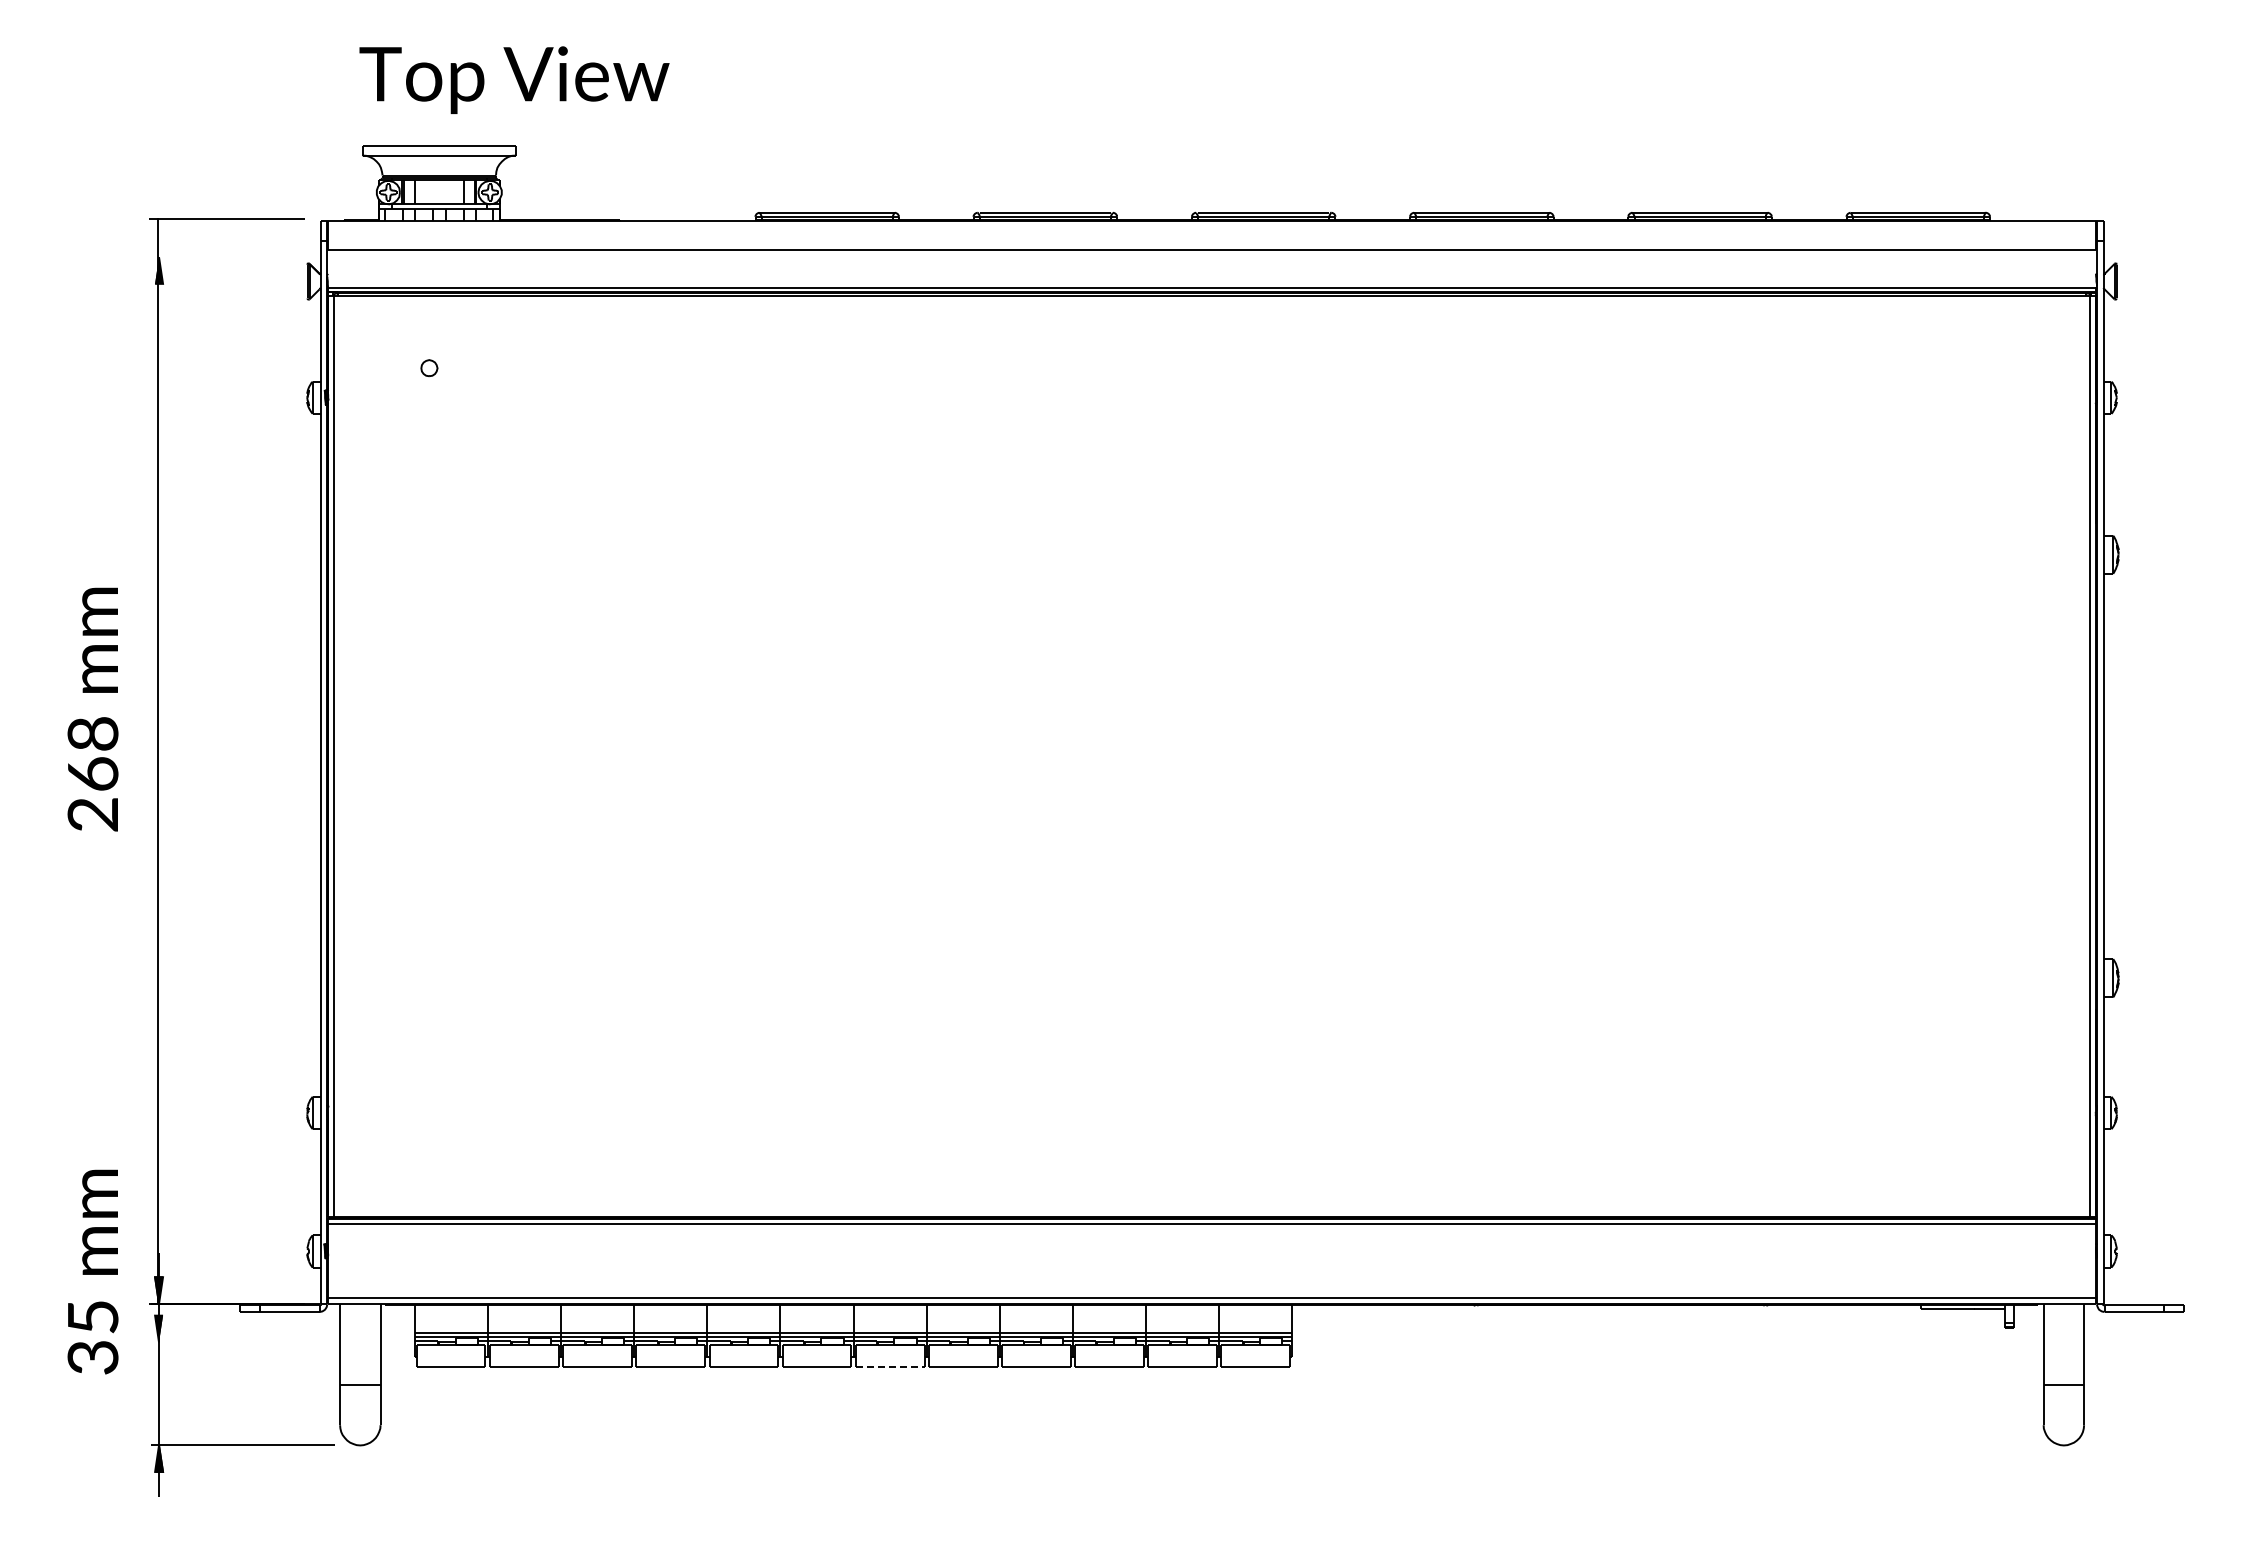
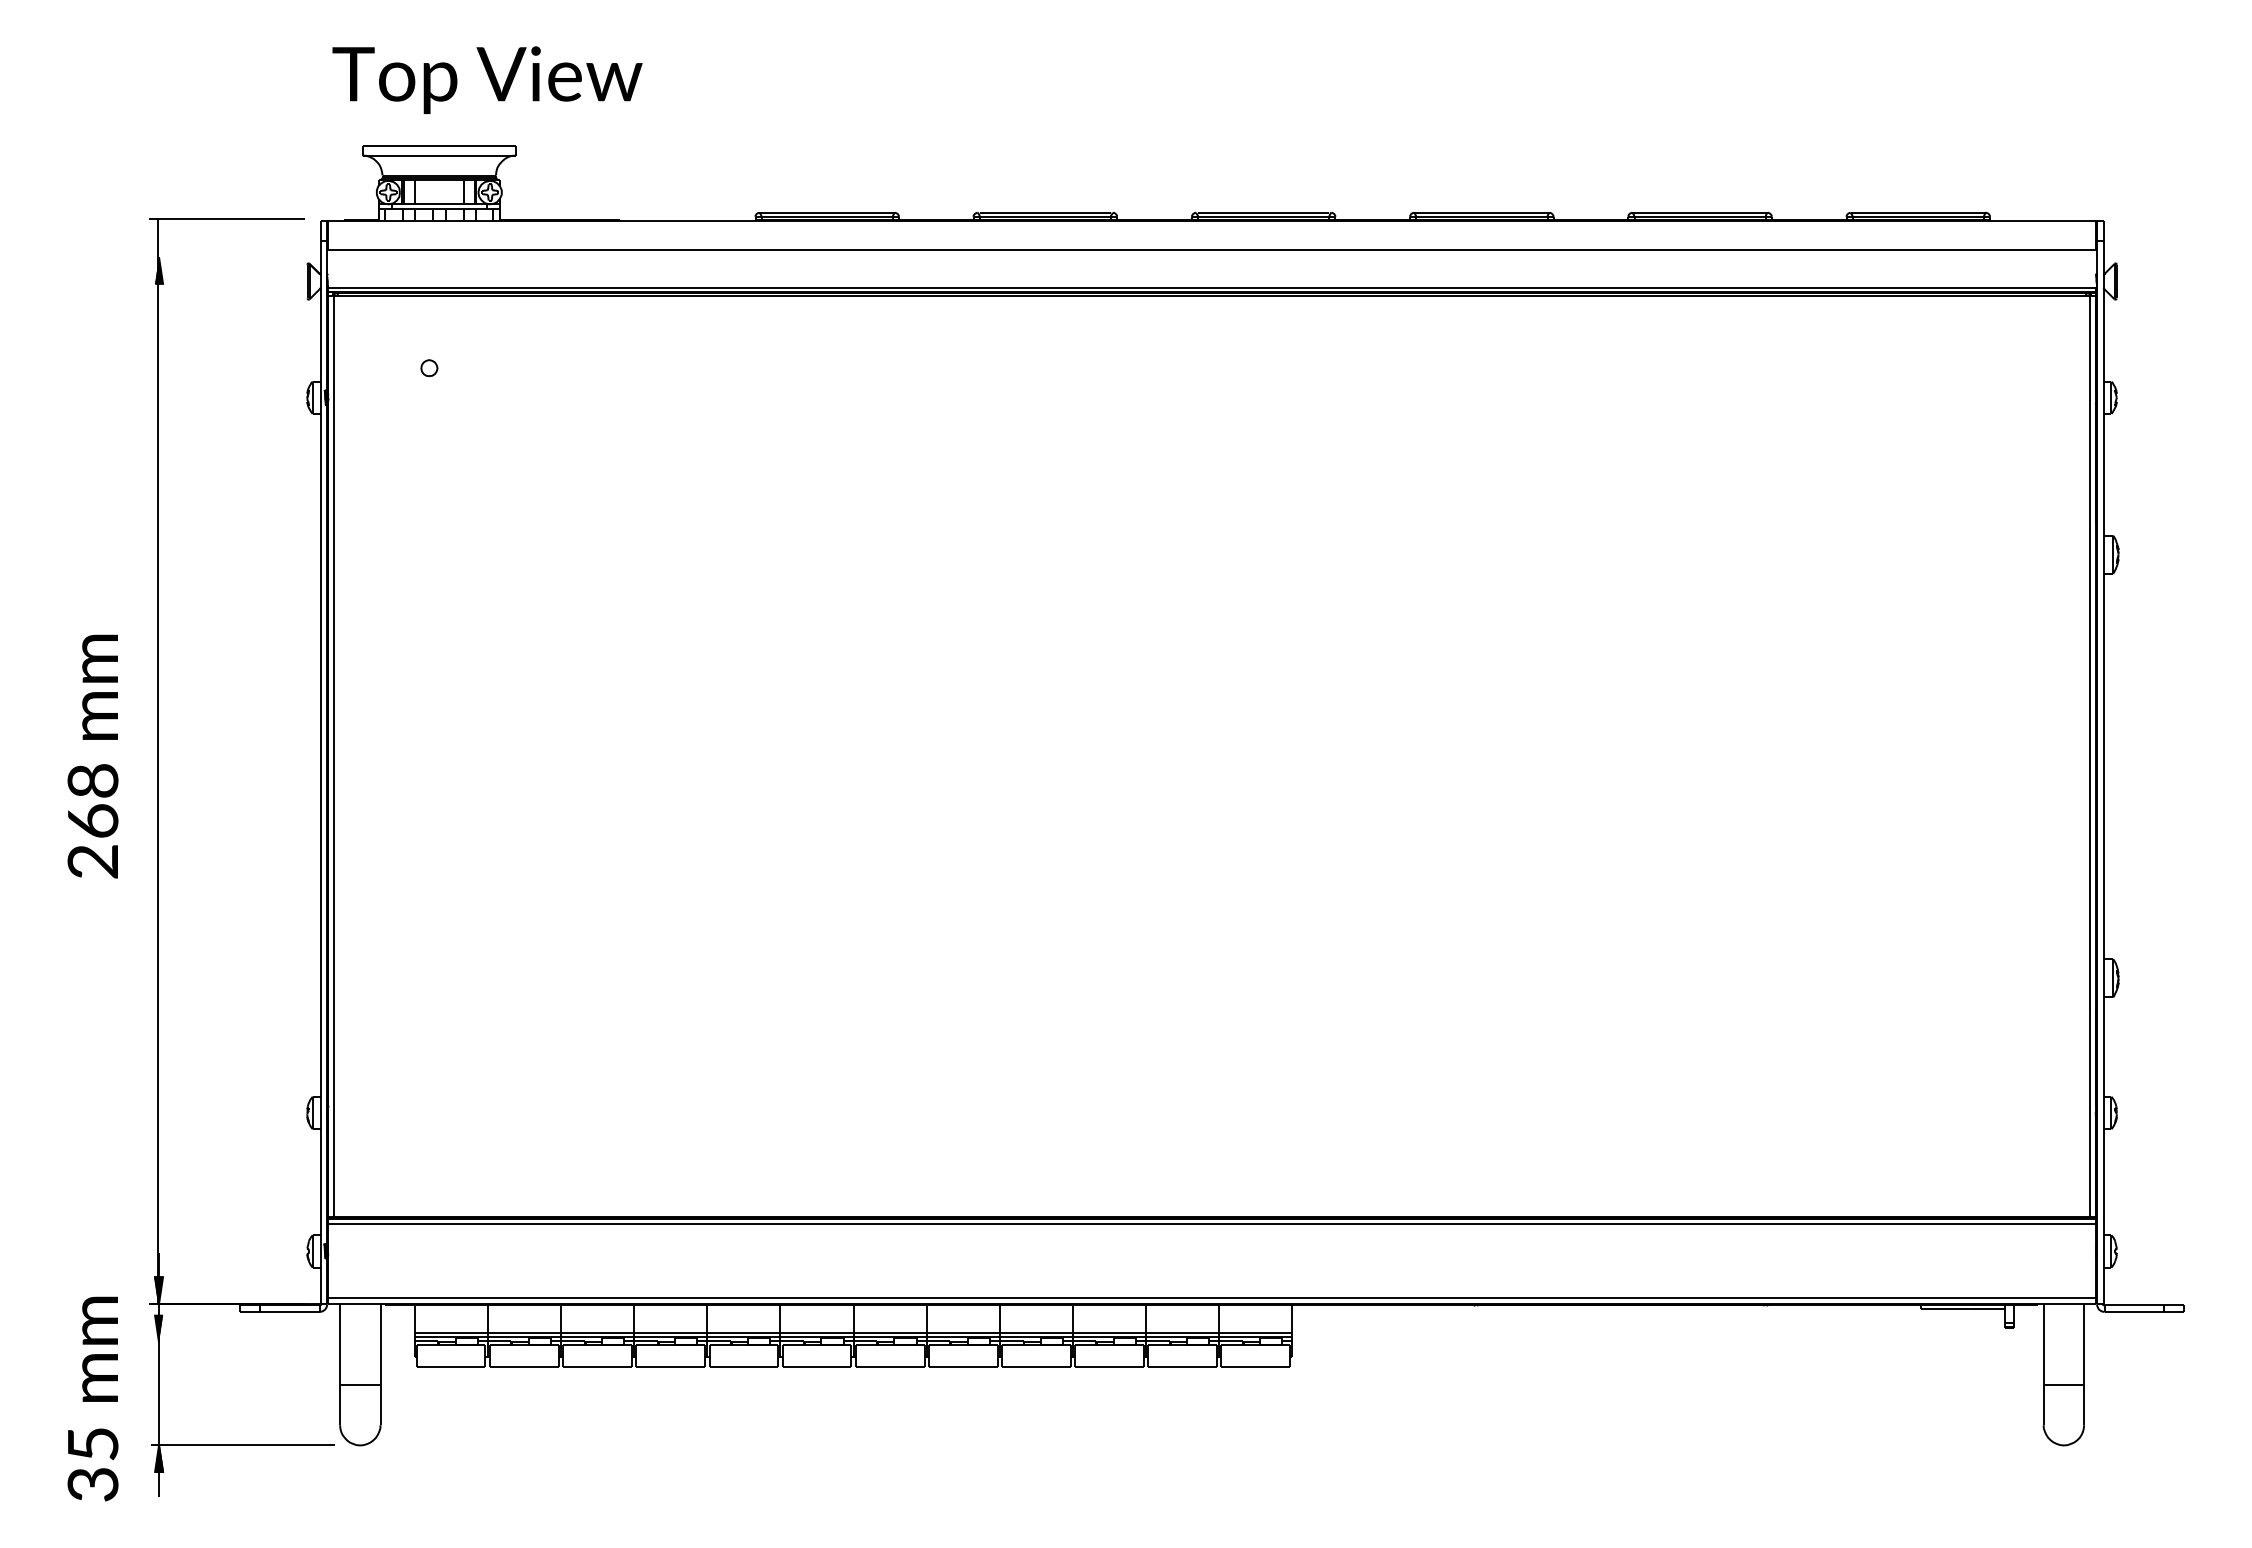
text at (514, 79) position: (514, 79) -> (487, 79)
text at (92, 709) position: (92, 709) -> (92, 756)
text at (92, 1271) position: (92, 1271) -> (92, 1398)
line at (890, 1367): dashed -> solid
